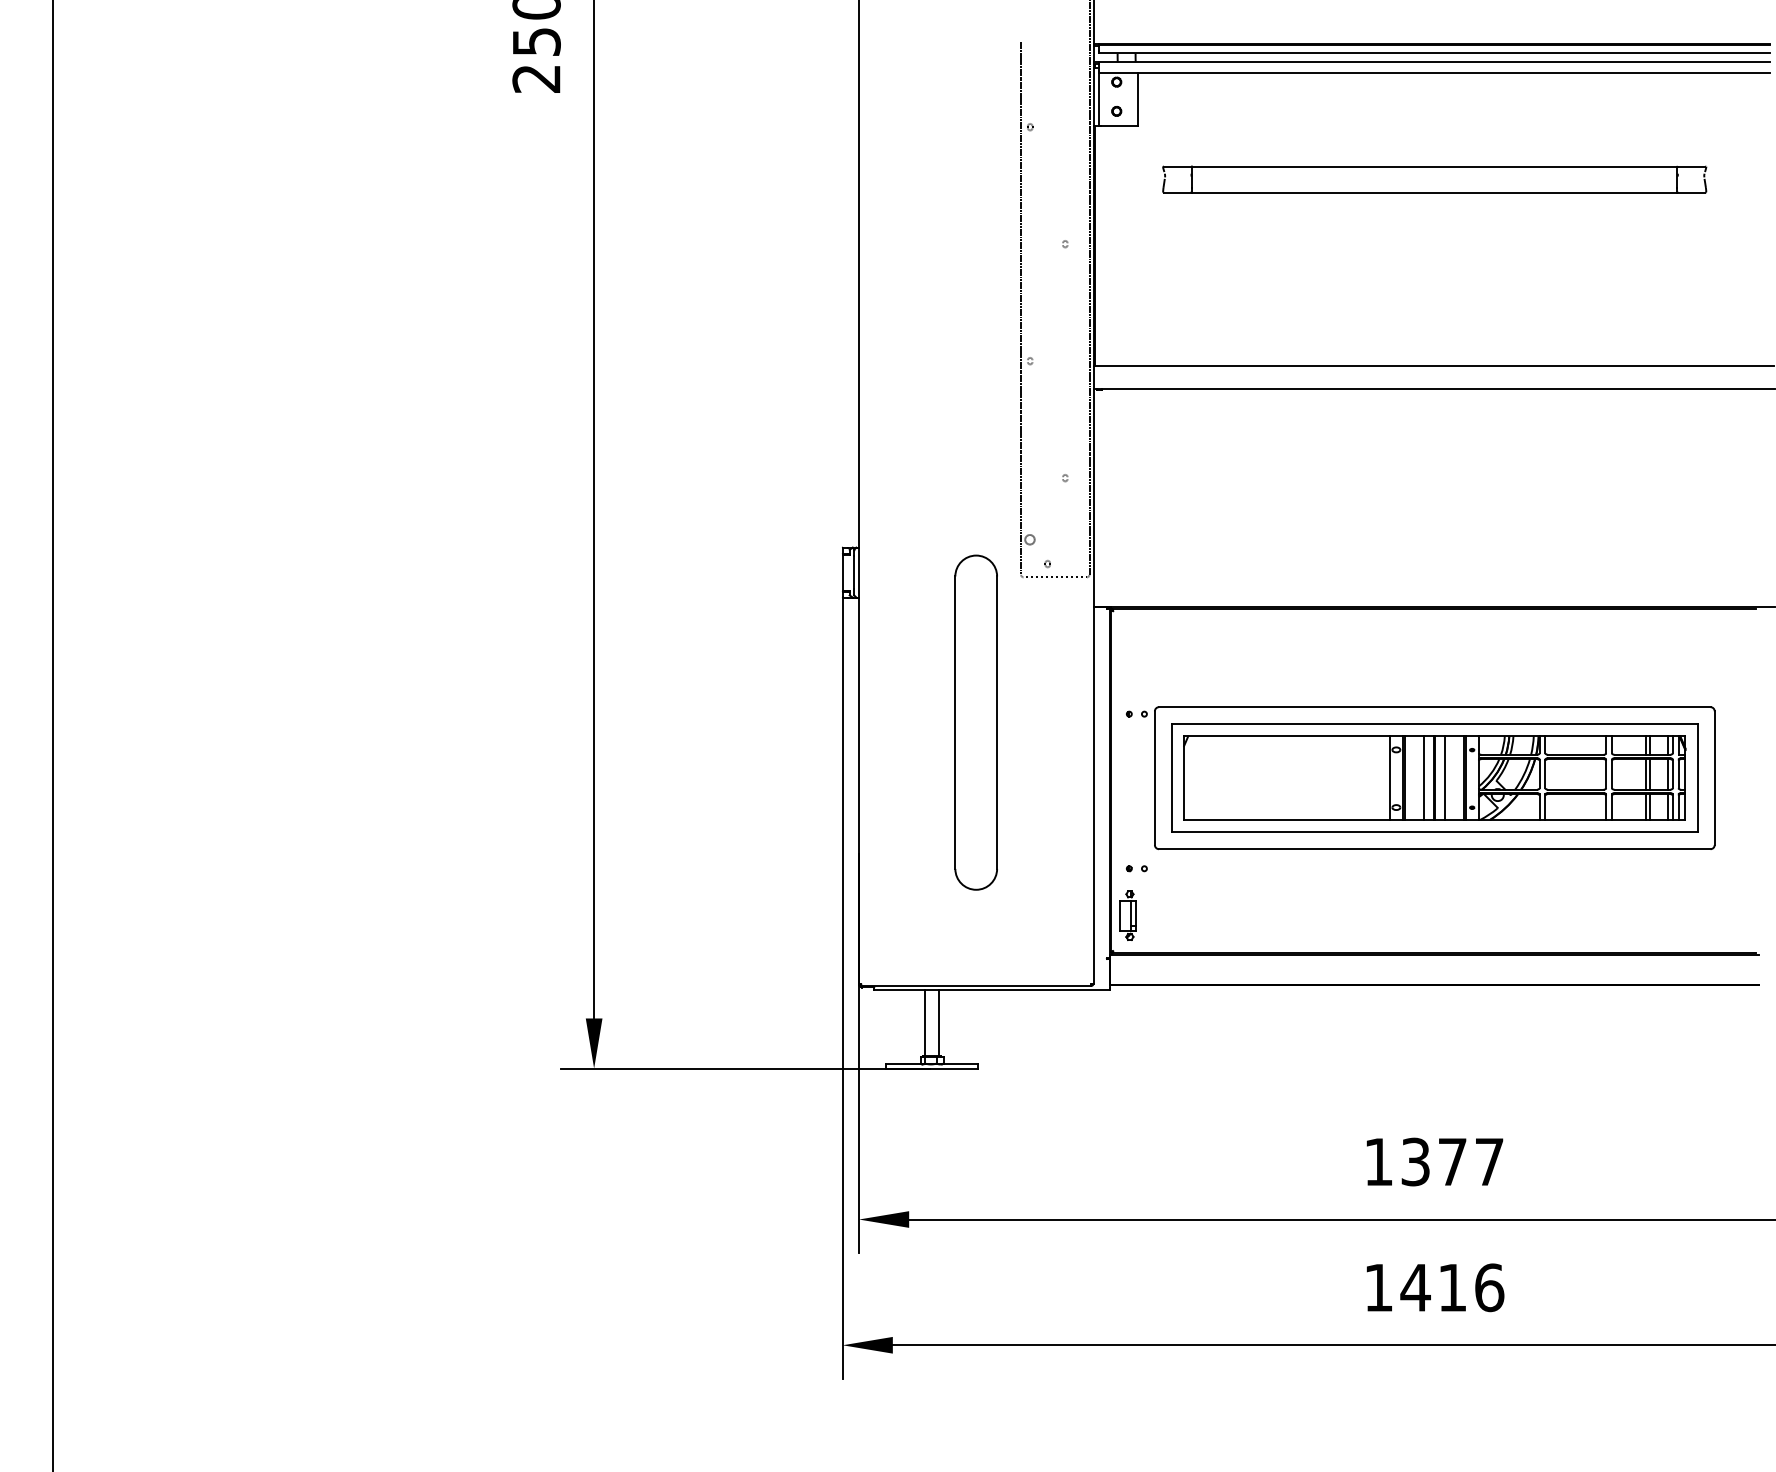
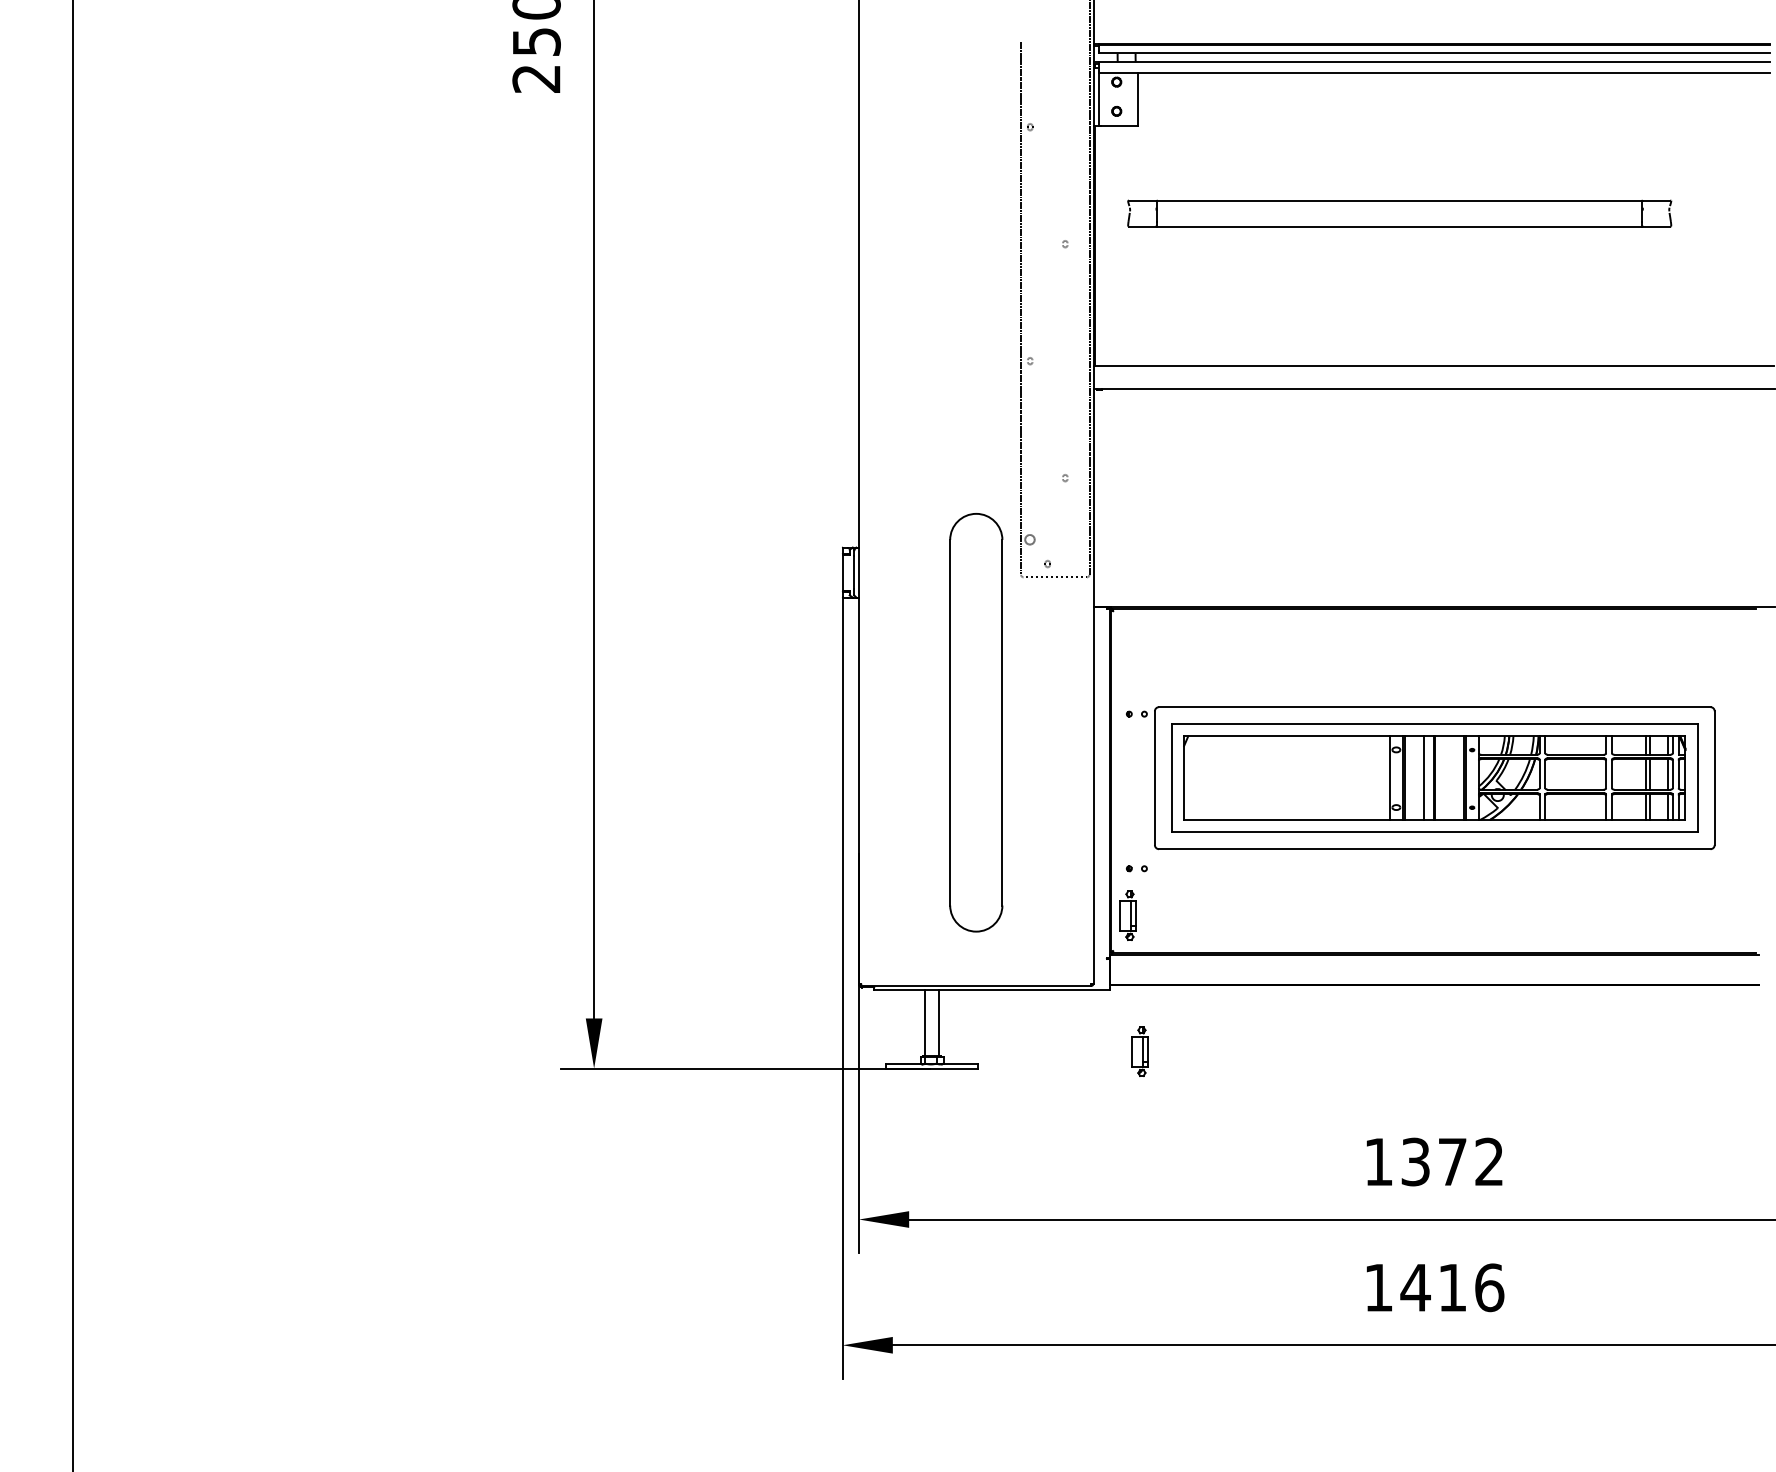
part at (1434, 179) position: (1434, 179) -> (1399, 213)
part at (975, 722) size: 44x337 px -> 55x420 px
line at (53, 735) position: (53, 735) -> (73, 735)
line at (1444, 777): present -> none
part at (1139, 1051): none -> present
text at (1489, 1161): 1377 -> 1372
